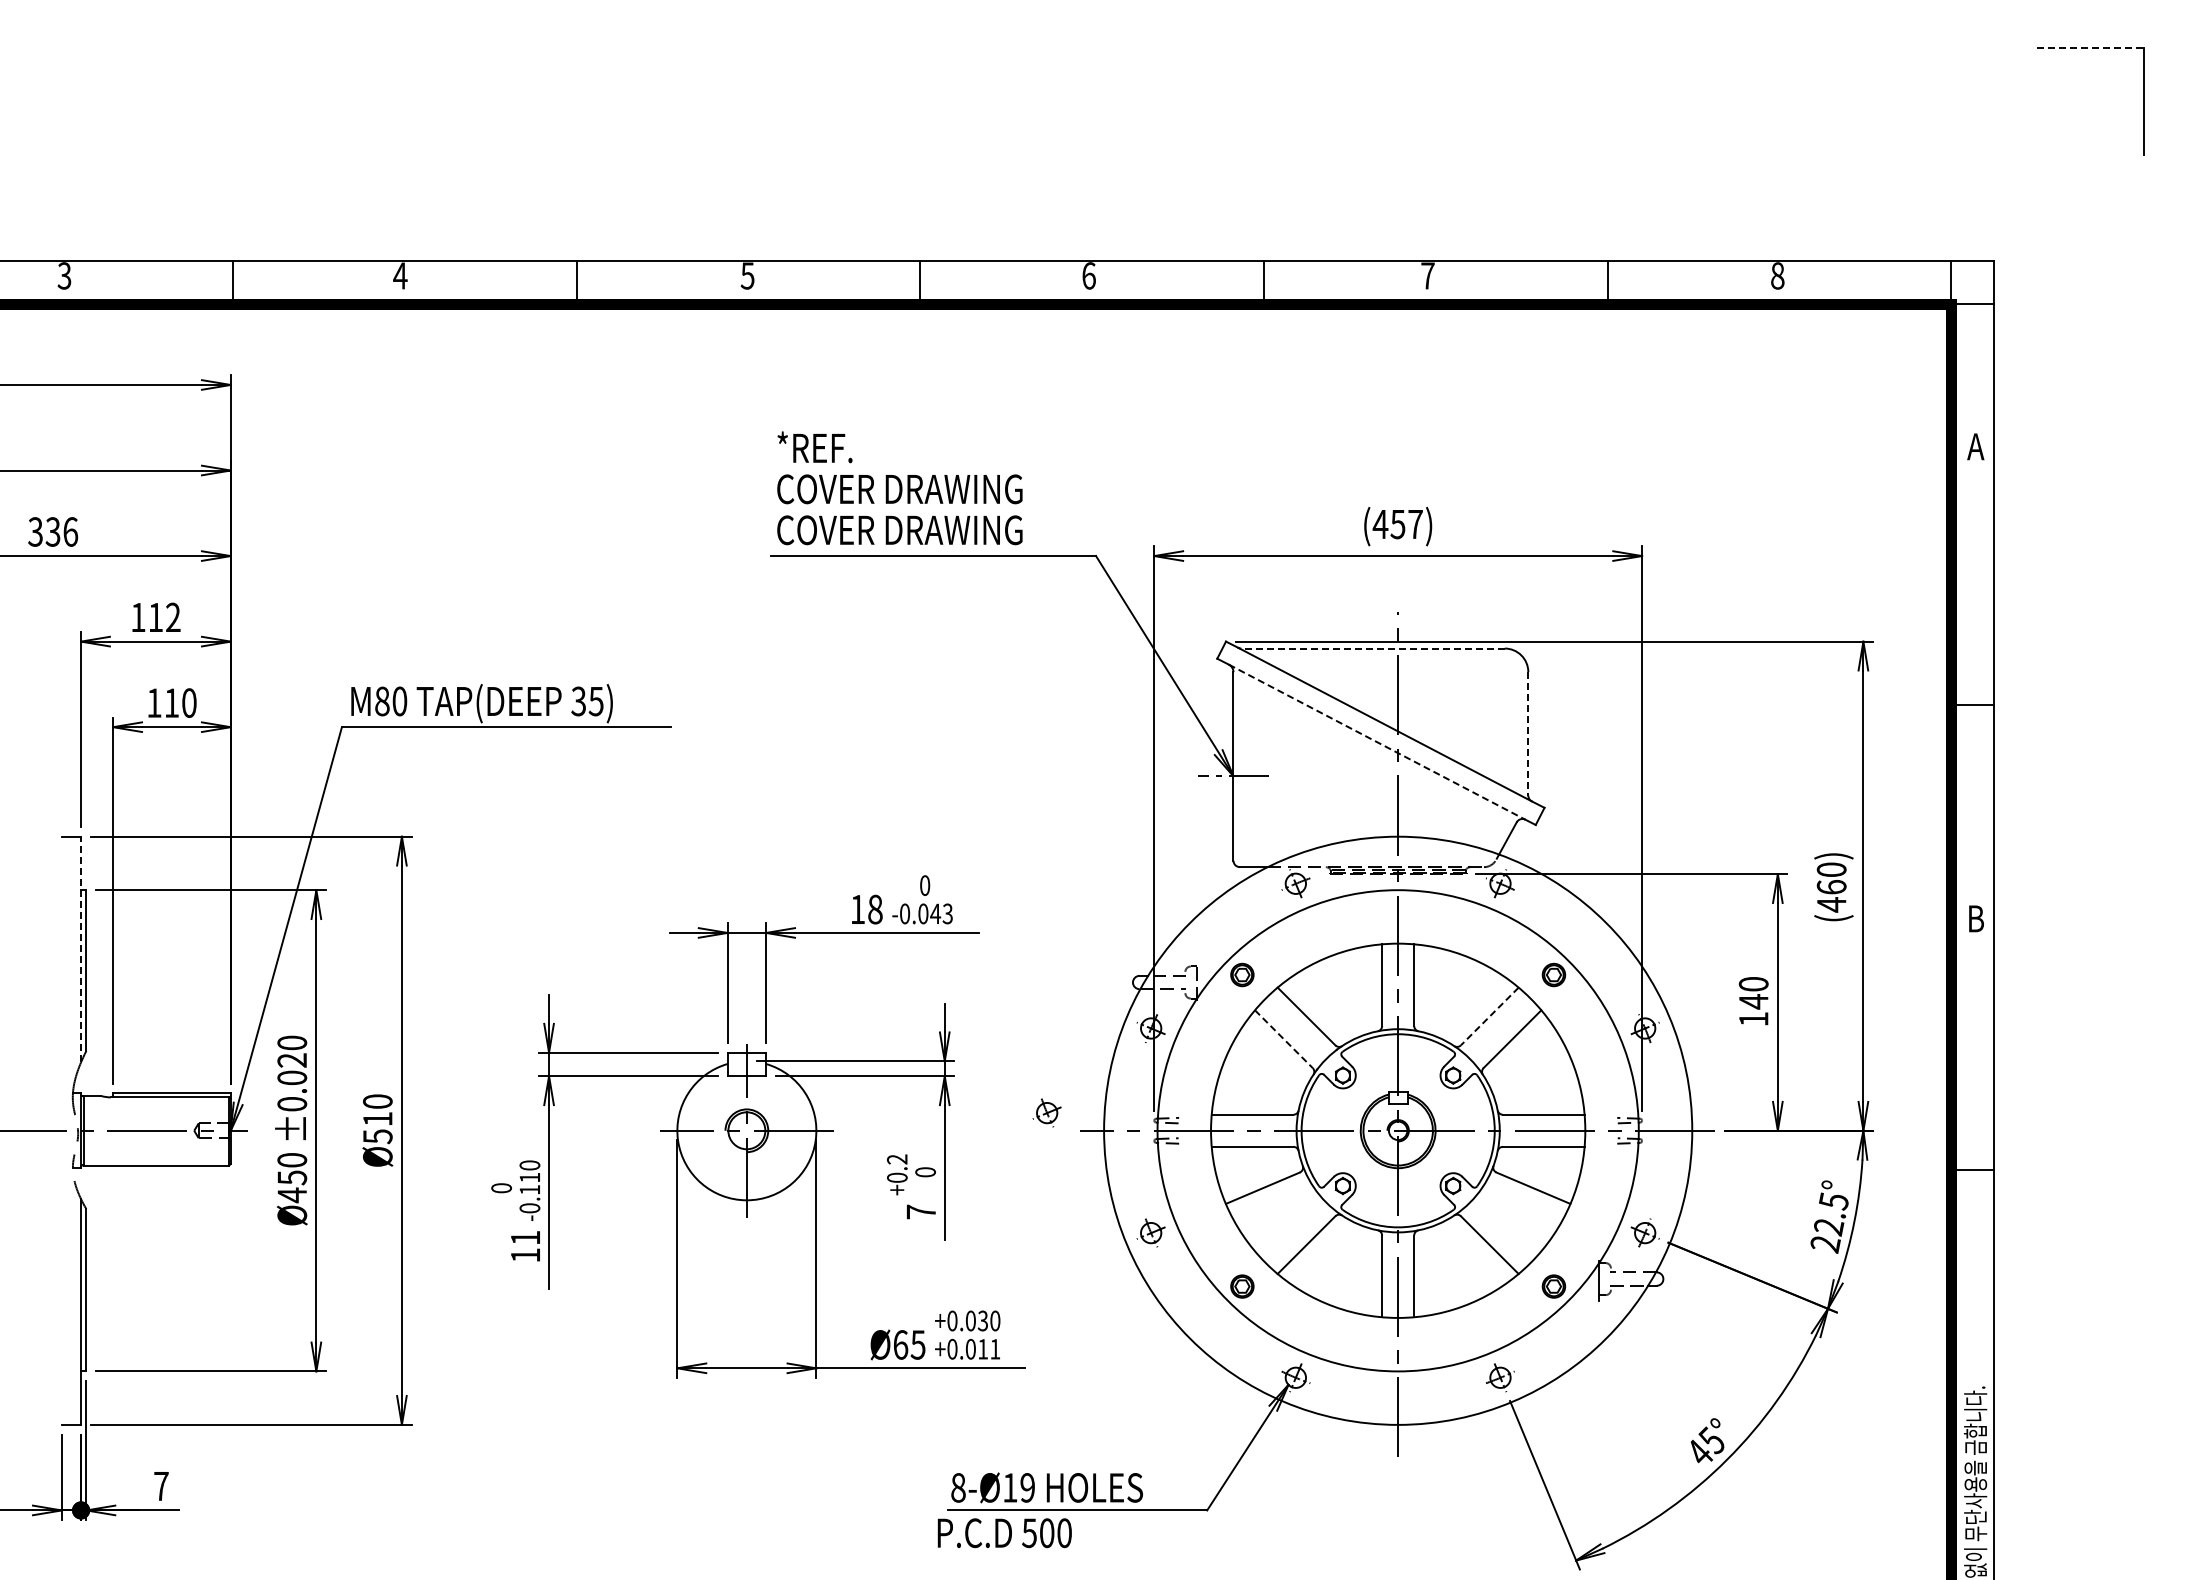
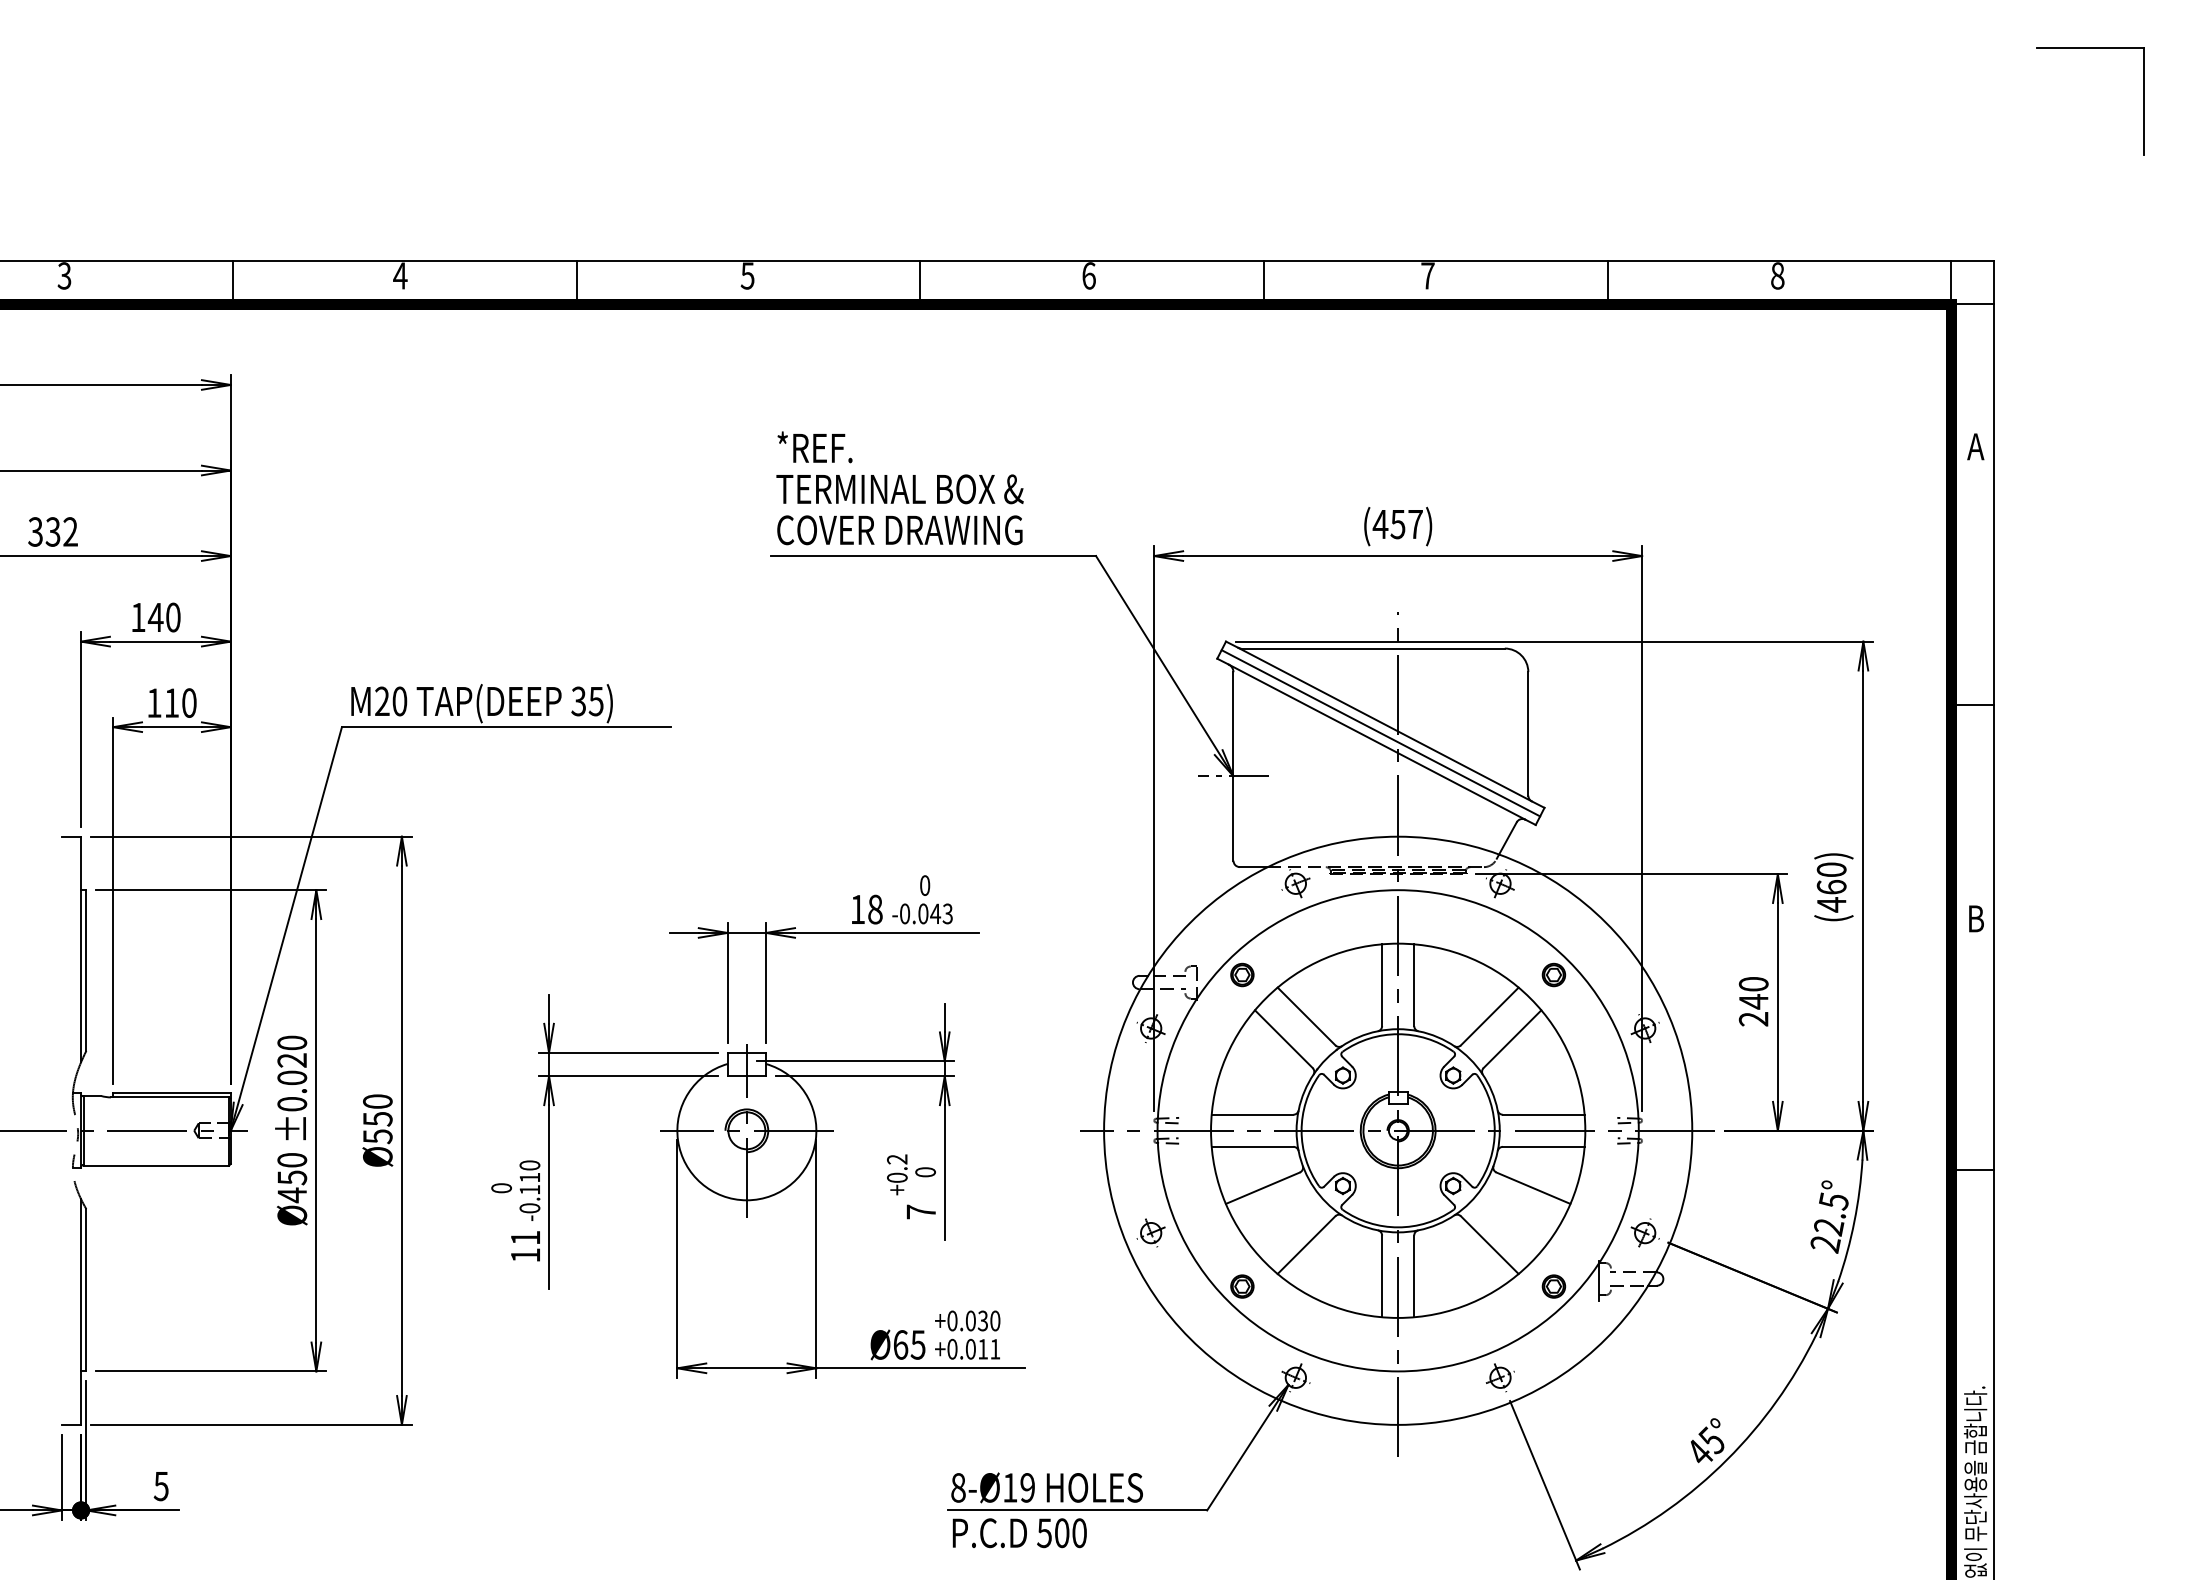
line at (2090, 47): dashed -> solid
text at (899, 489): COVER DRAWING -> TERMINAL BOX &
text at (70, 531): 336 -> 332
text at (163, 617): 112 -> 140
line at (1373, 648): dashed -> solid
text at (382, 701): M80 -> M20
line at (1380, 733): none -> present
line at (1528, 733): dashed -> solid
line at (1377, 742): dashed -> solid
line at (81, 949): dashed -> solid
line at (1489, 1016): dashed -> solid
text at (1753, 1019): 140 -> 240
line at (1283, 1039): dashed -> solid
part at (1046, 1112): present -> none
text at (377, 1119): Ø510 -> Ø550
text at (160, 1486): 7 -> 5
text at (1004, 1533) position: (1004, 1533) -> (1019, 1533)
